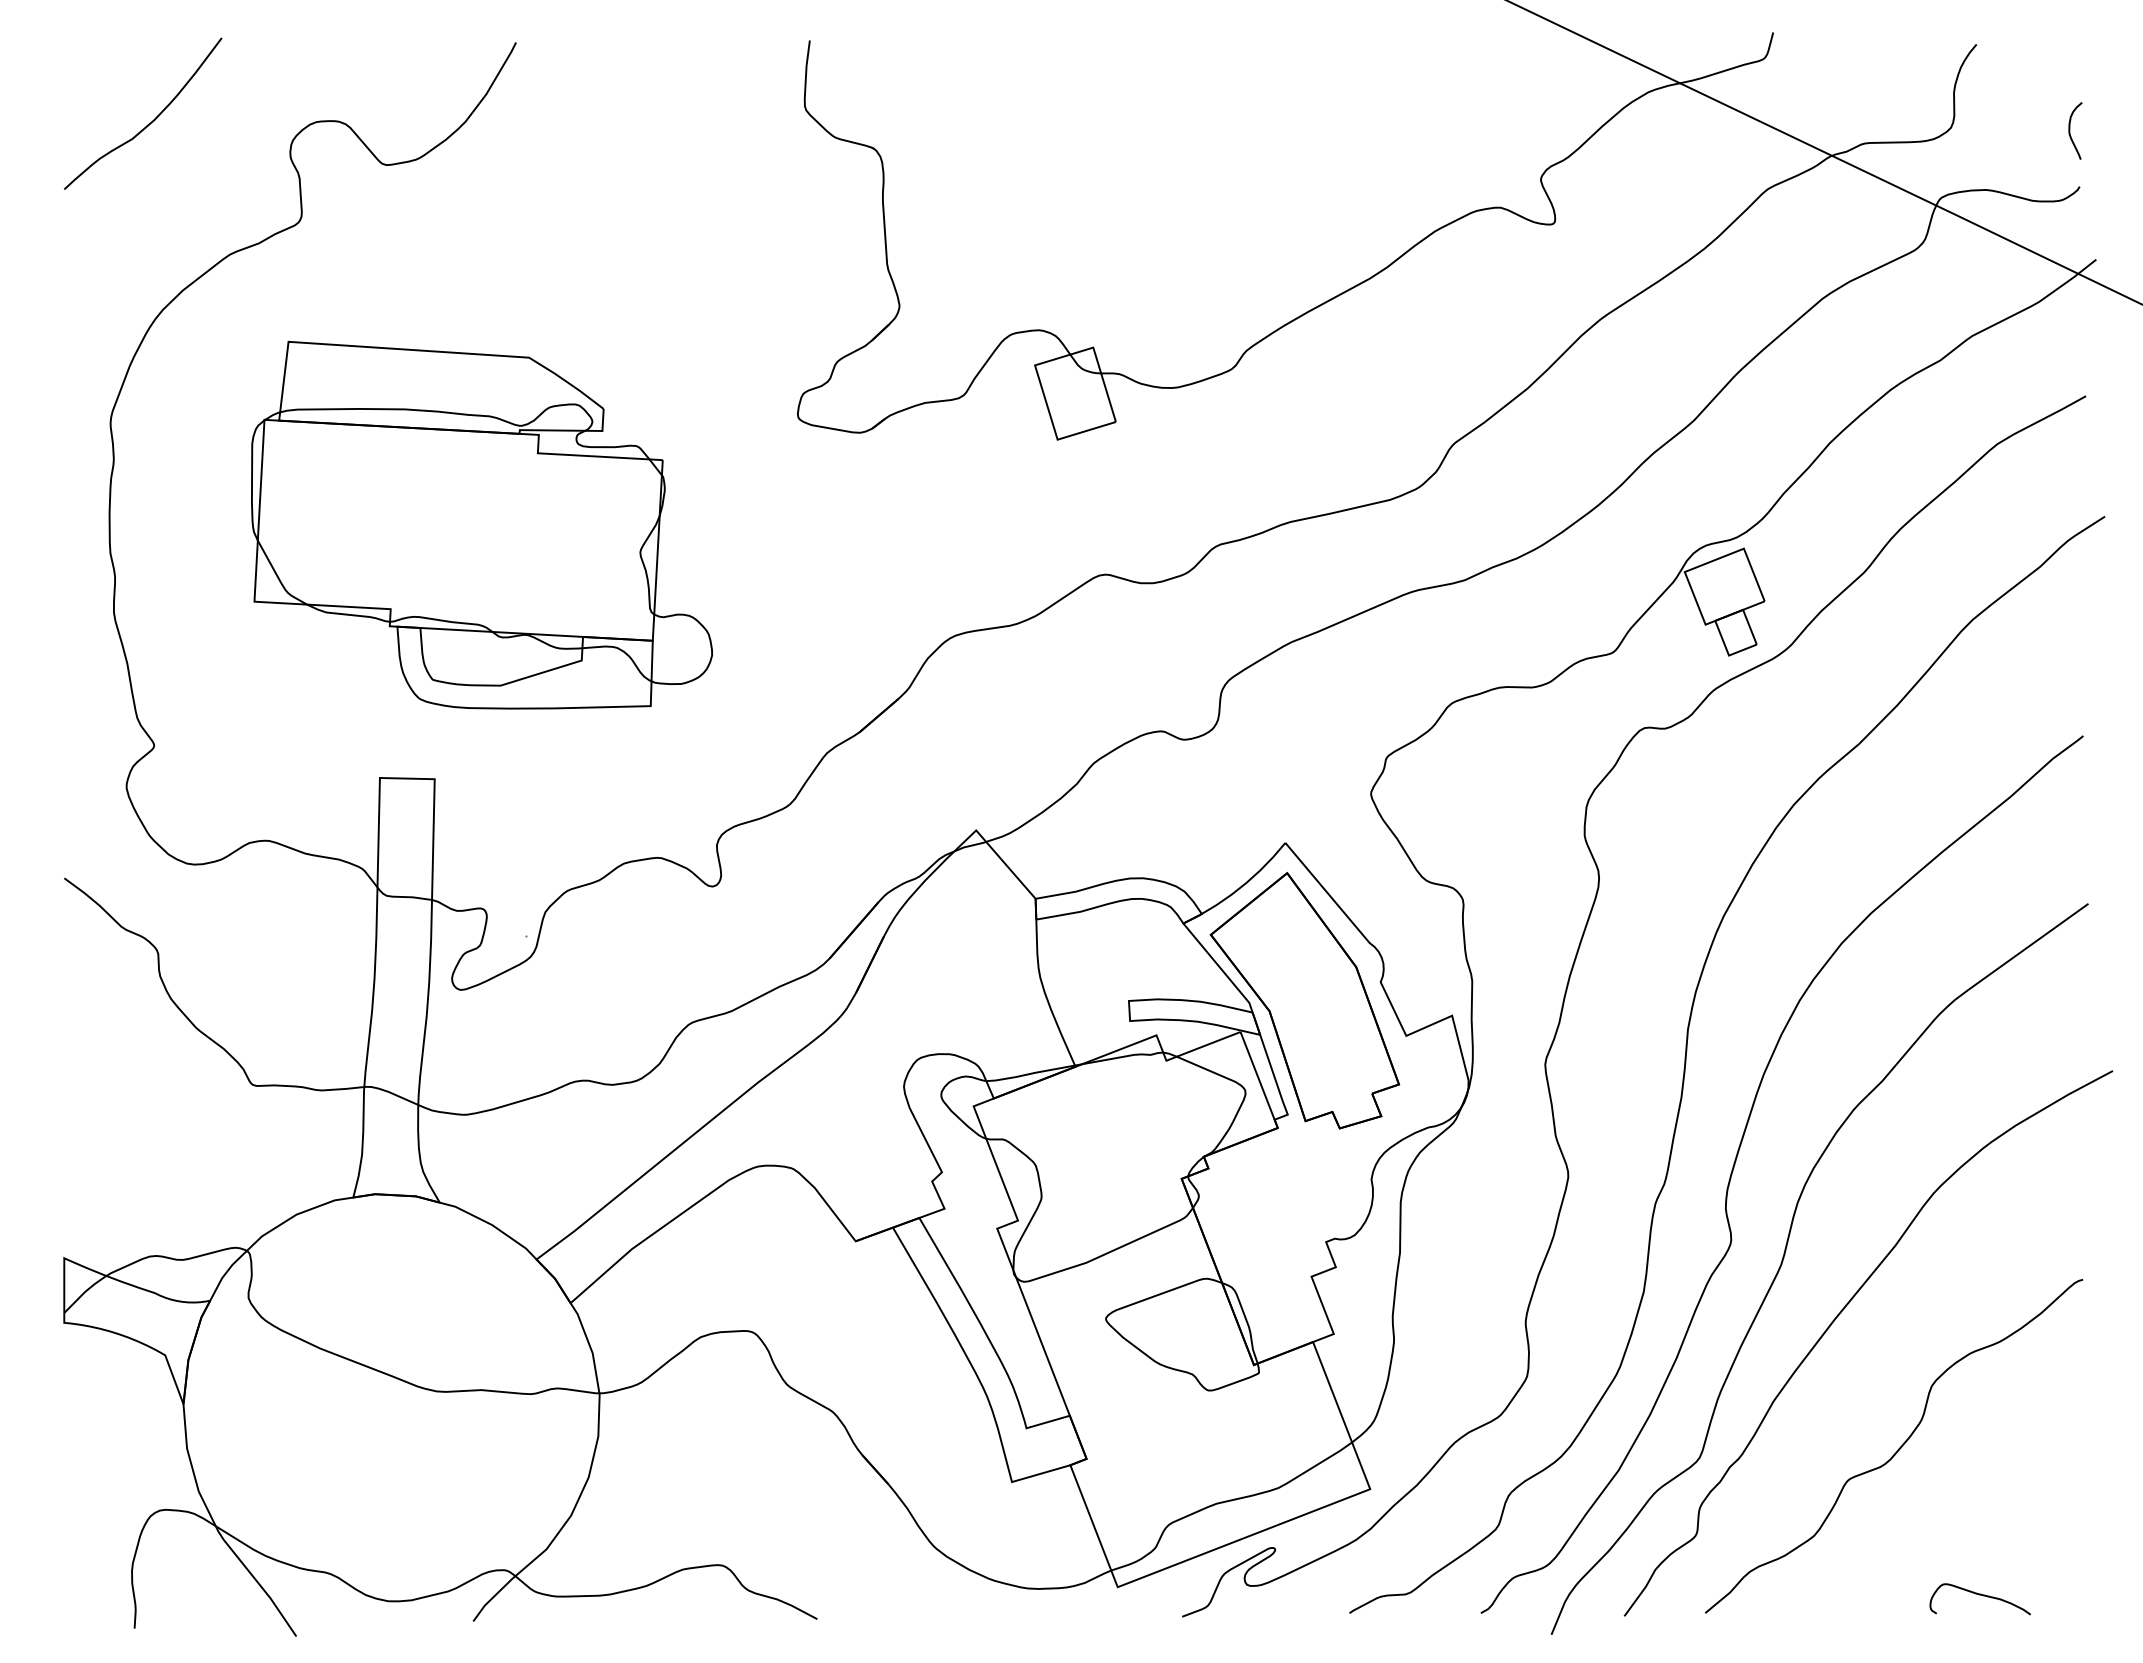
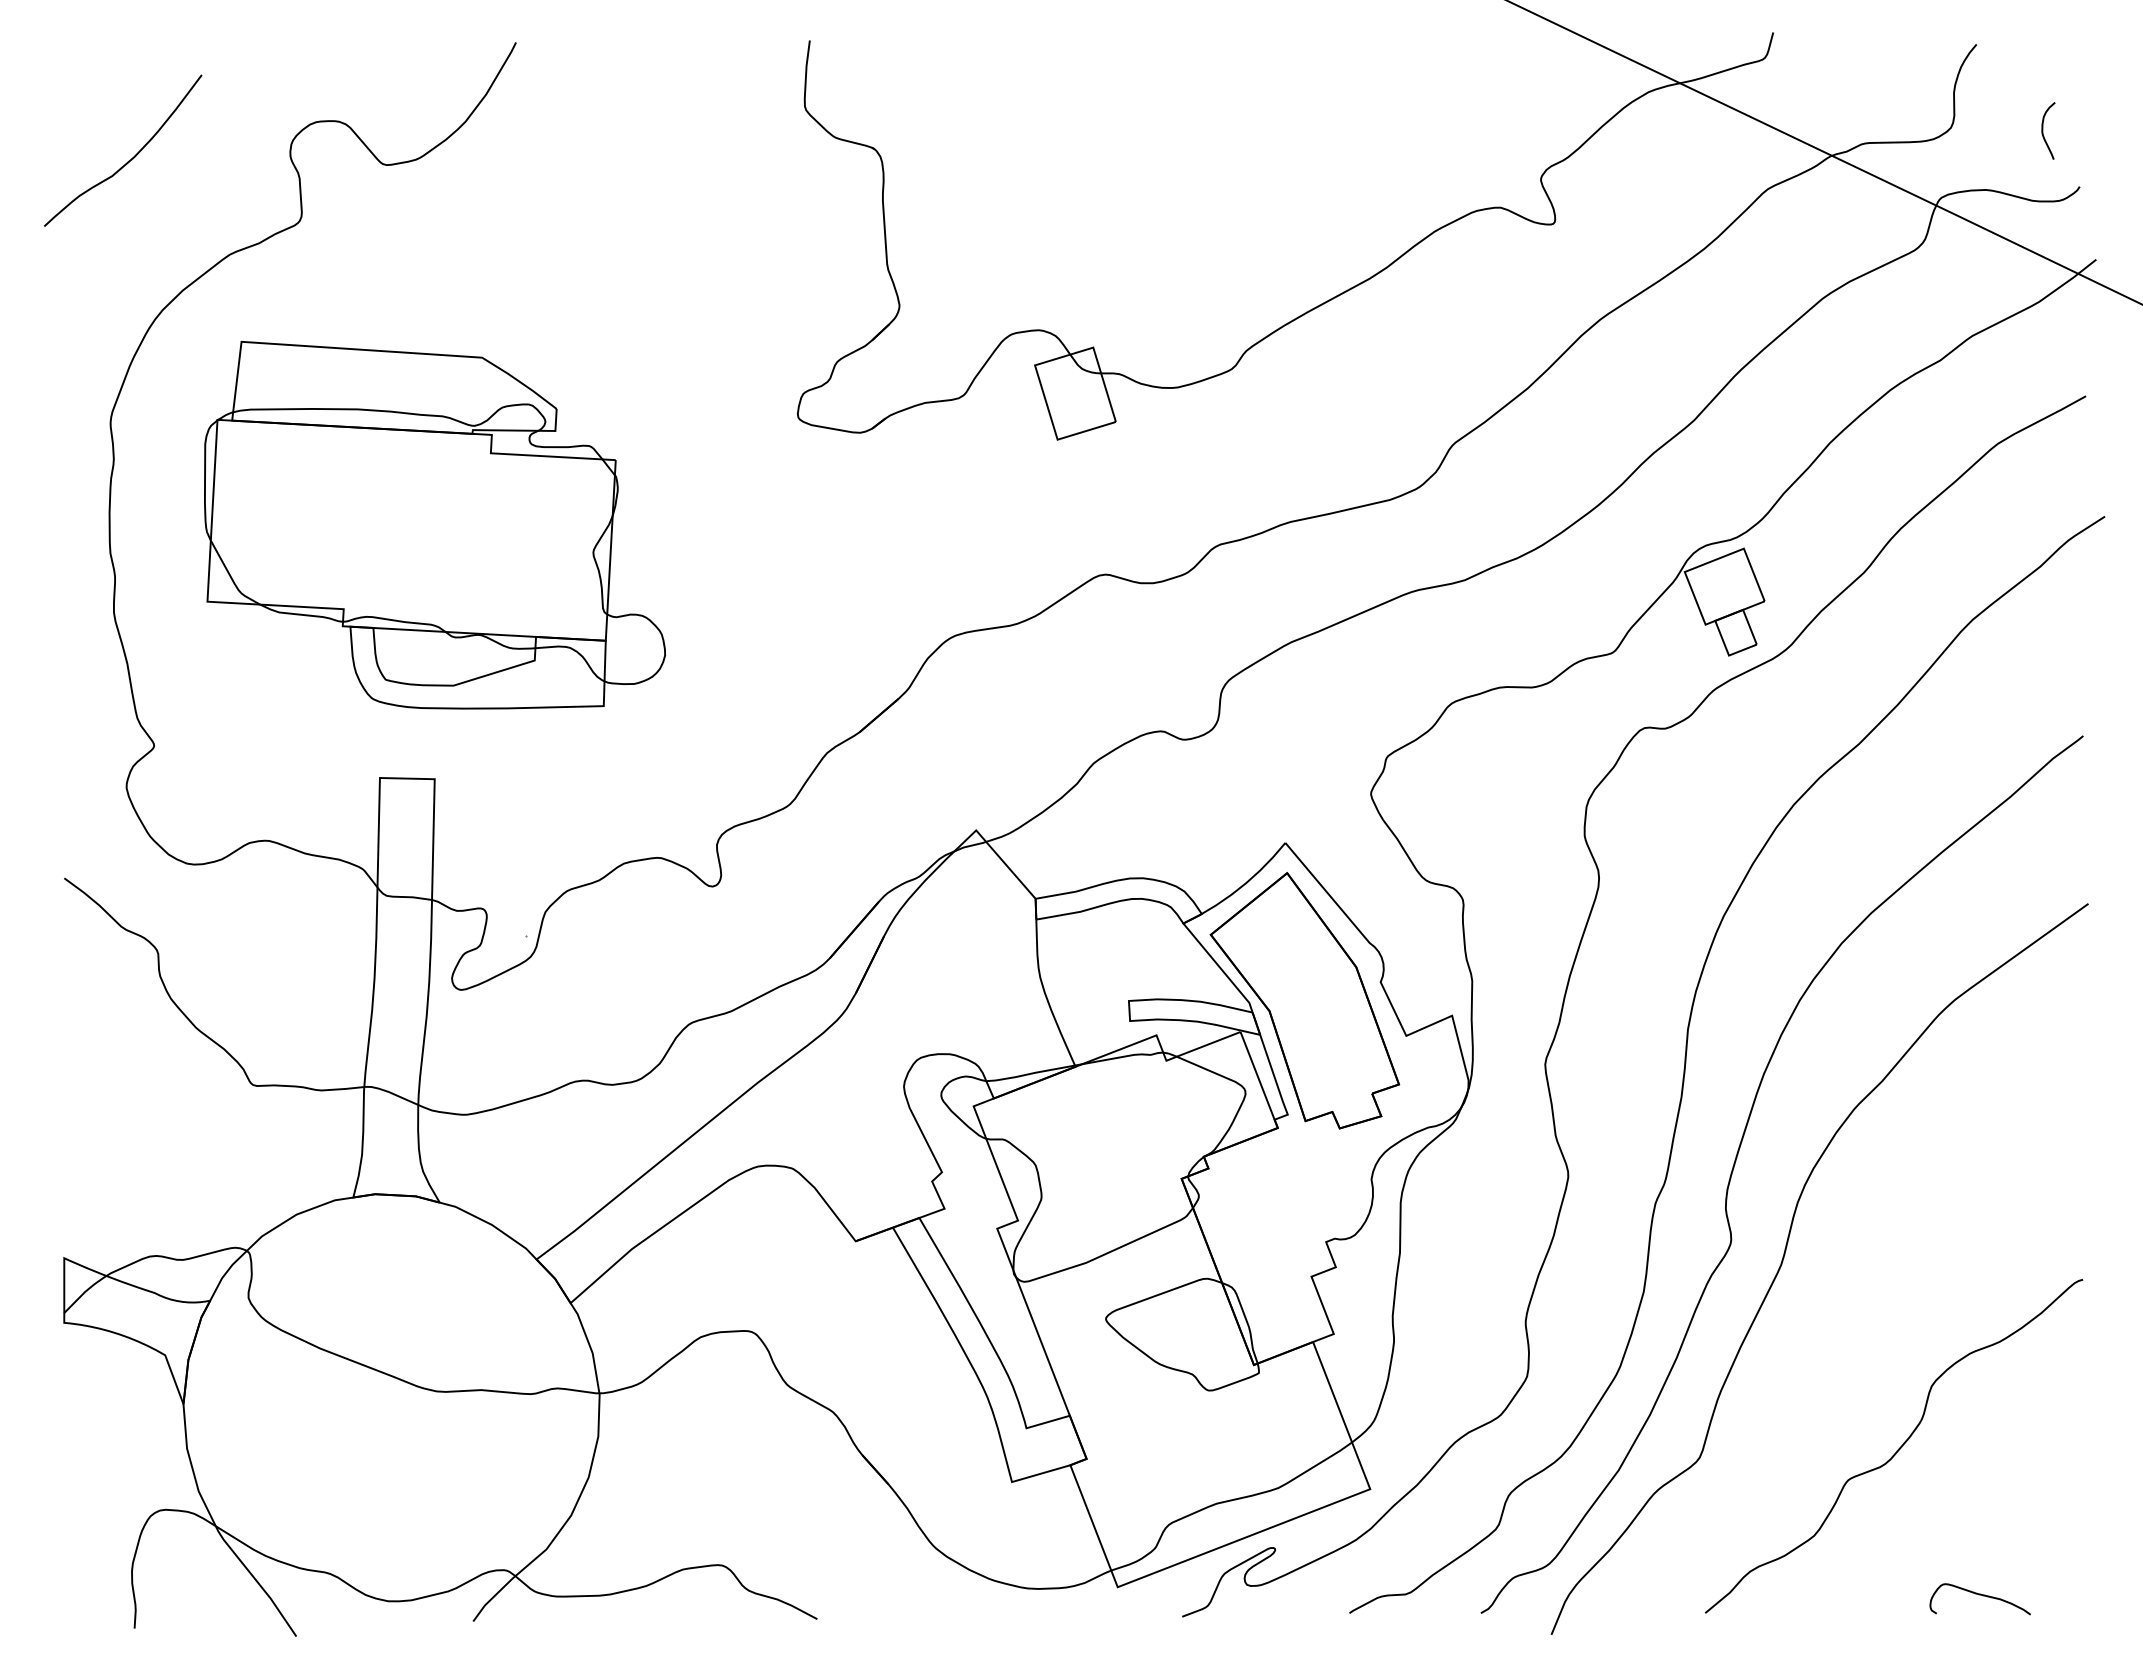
curve at (148, 123) position: (148, 123) -> (128, 160)
curve at (2070, 130) position: (2070, 130) -> (2043, 130)
part at (481, 524) position: (481, 524) -> (434, 524)
curve at (1836, 1319): present -> none
